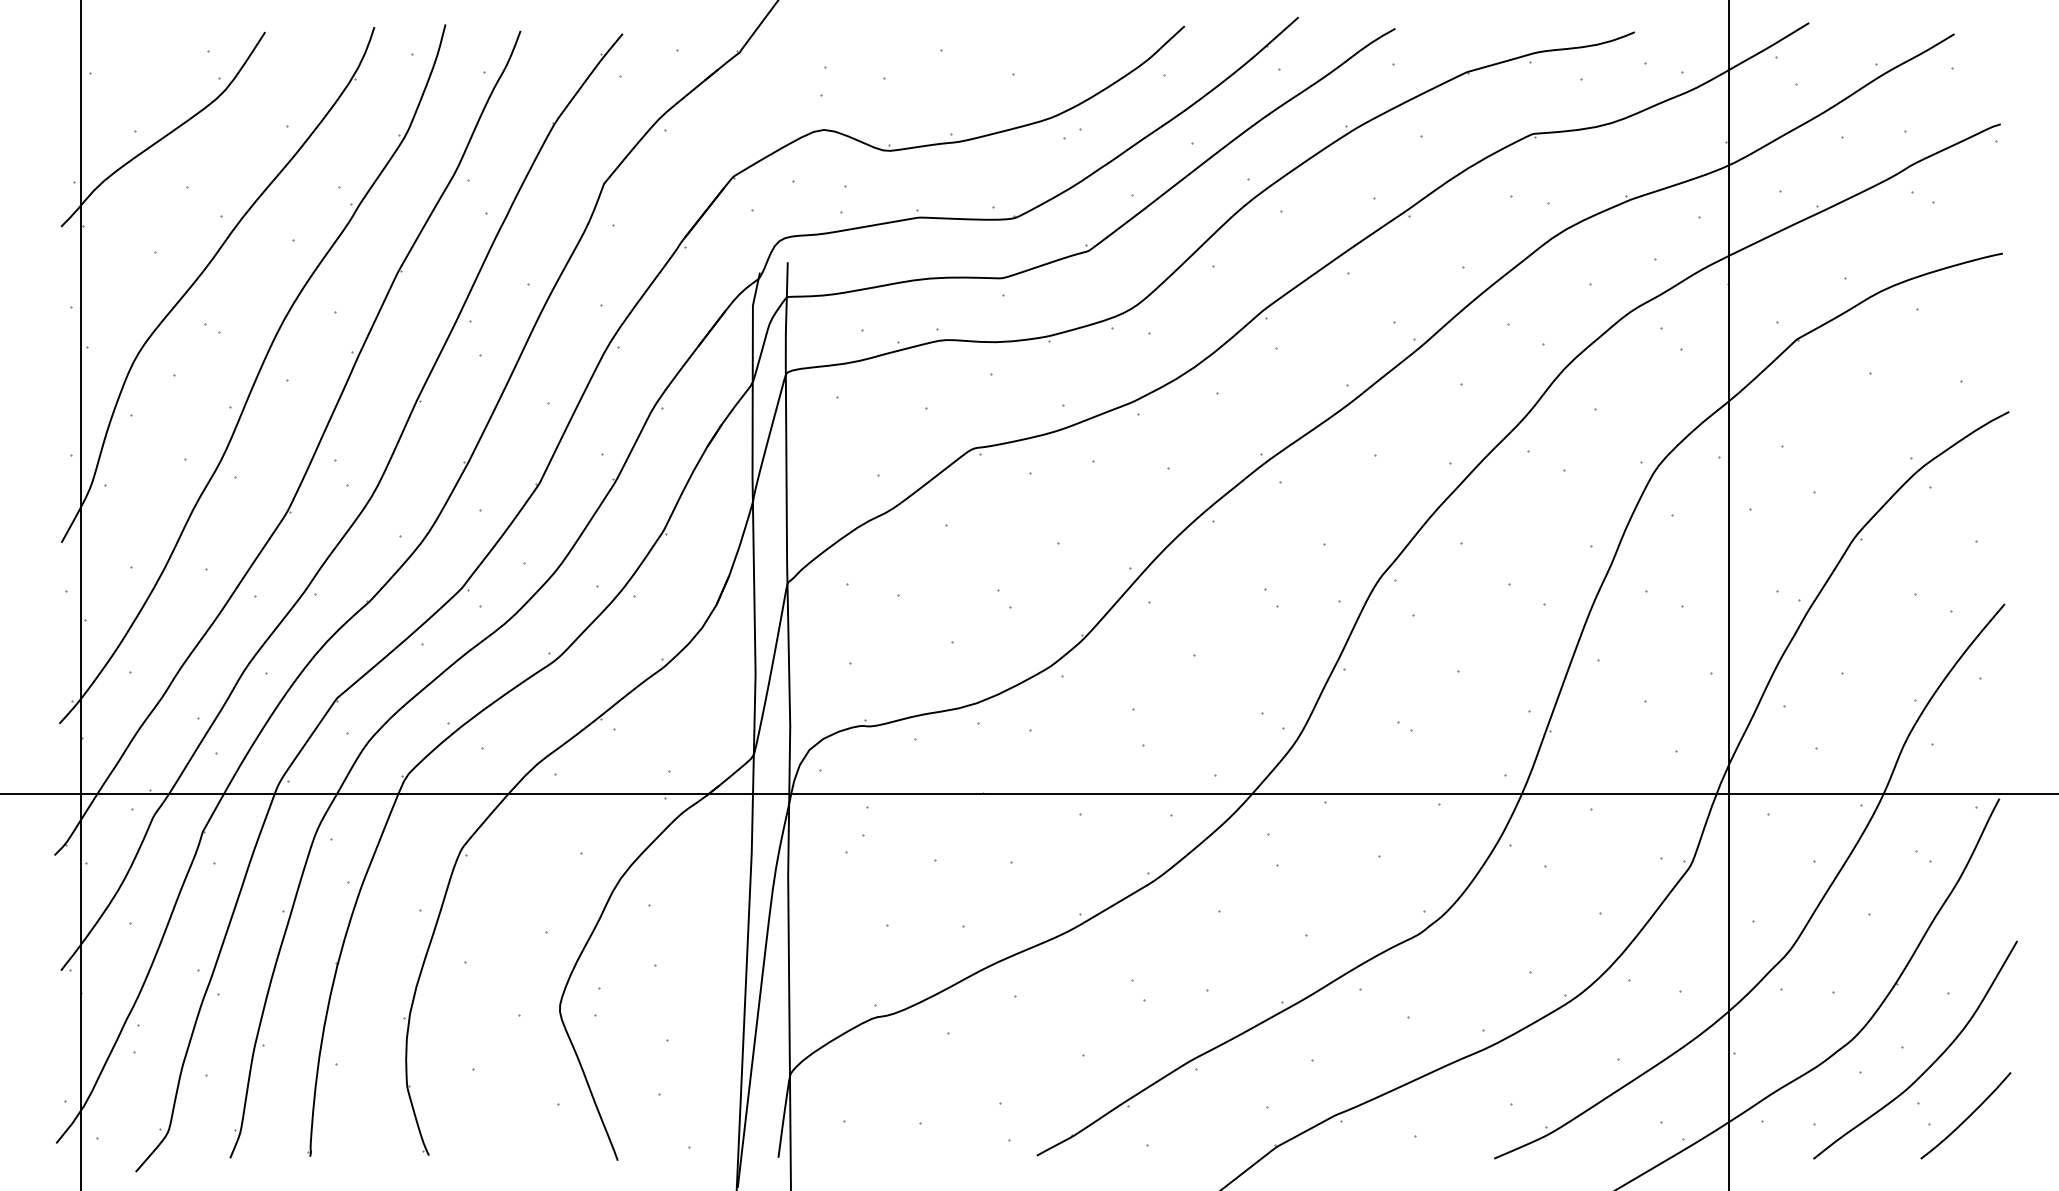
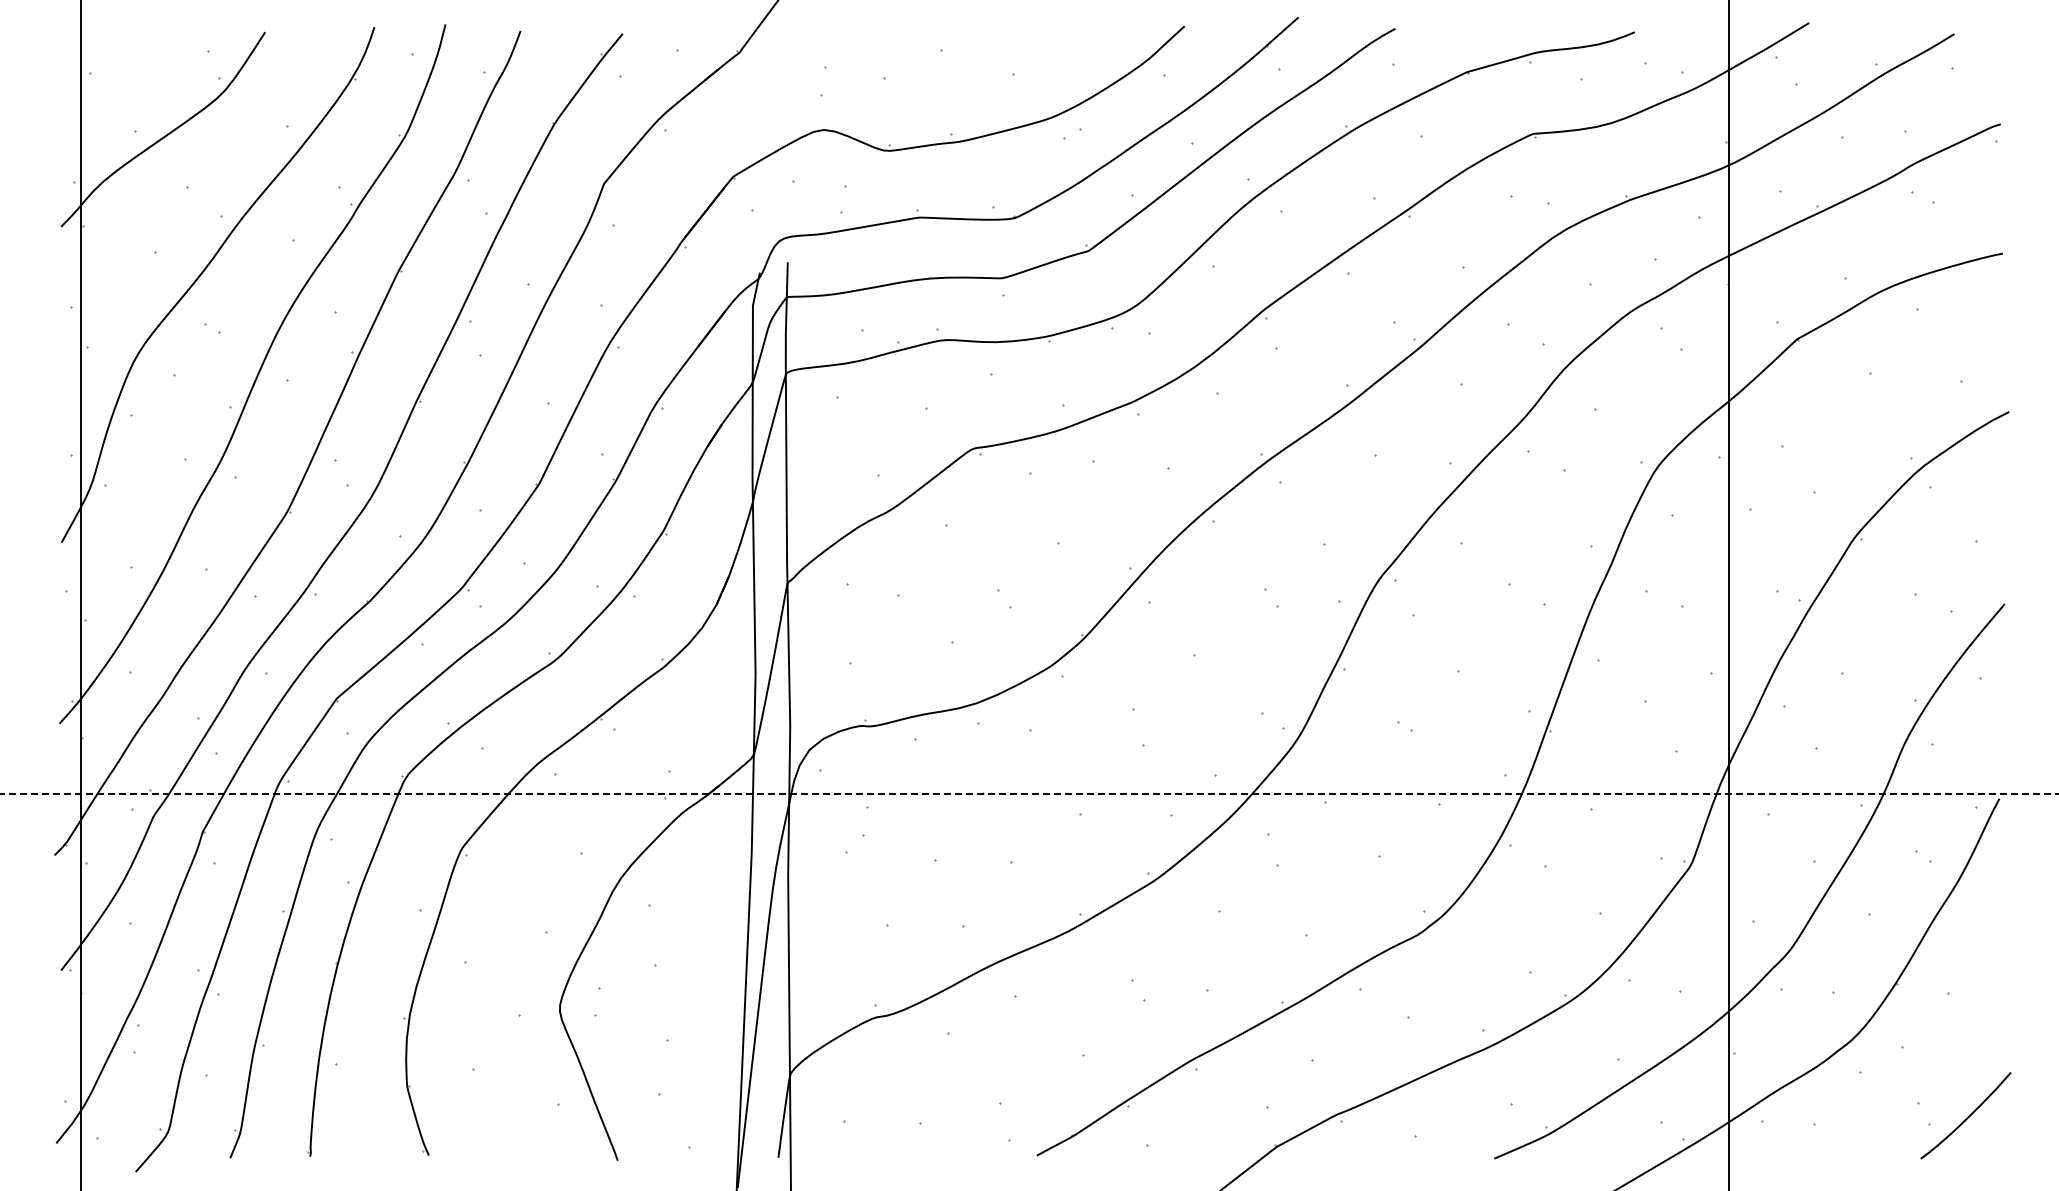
line at (1029, 793): solid -> dashed
curve at (1932, 1062): present -> none
